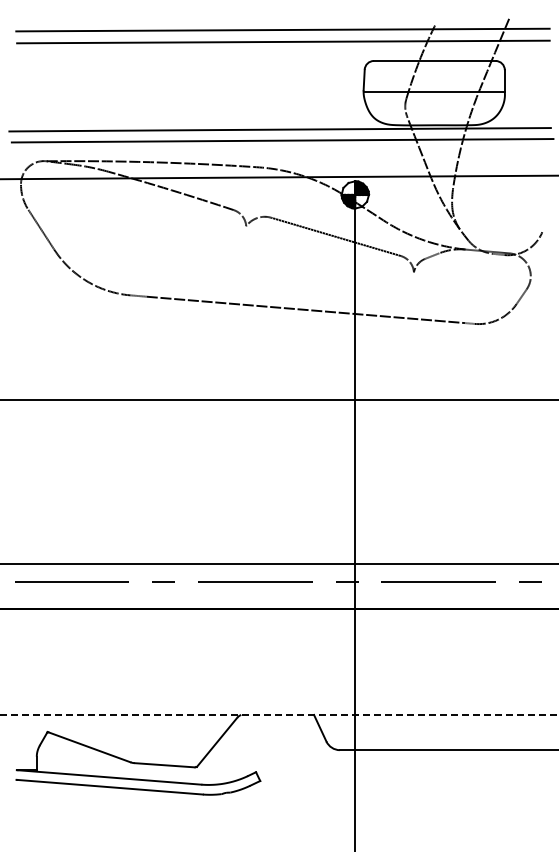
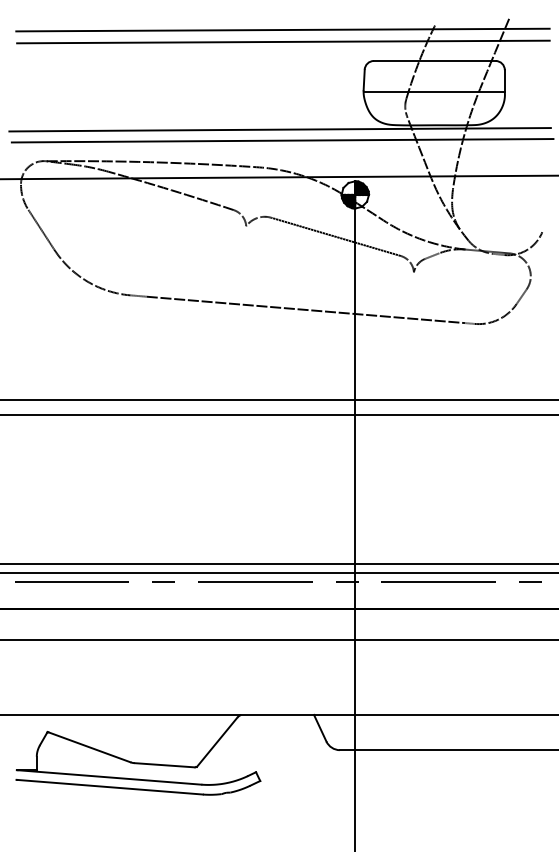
line at (278, 415): none -> present
line at (278, 573): none -> present
line at (278, 640): none -> present
line at (279, 714): dashed -> solid
